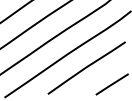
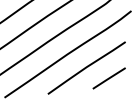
line at (111, 84) position: (111, 84) -> (108, 78)
